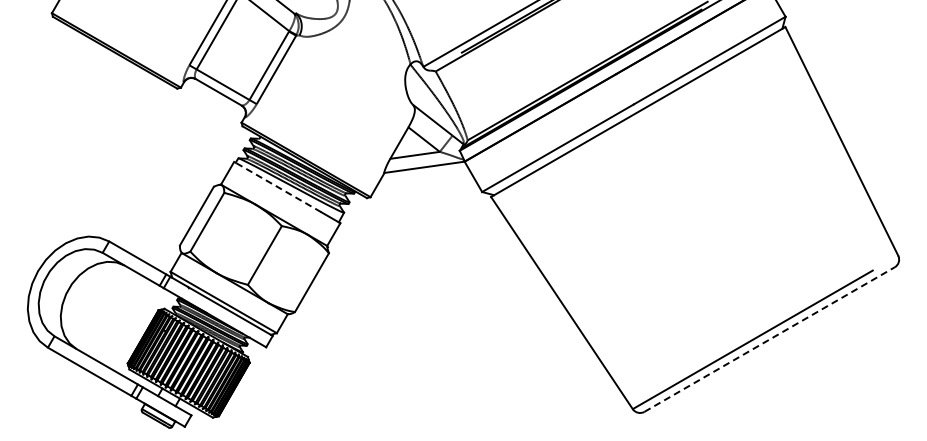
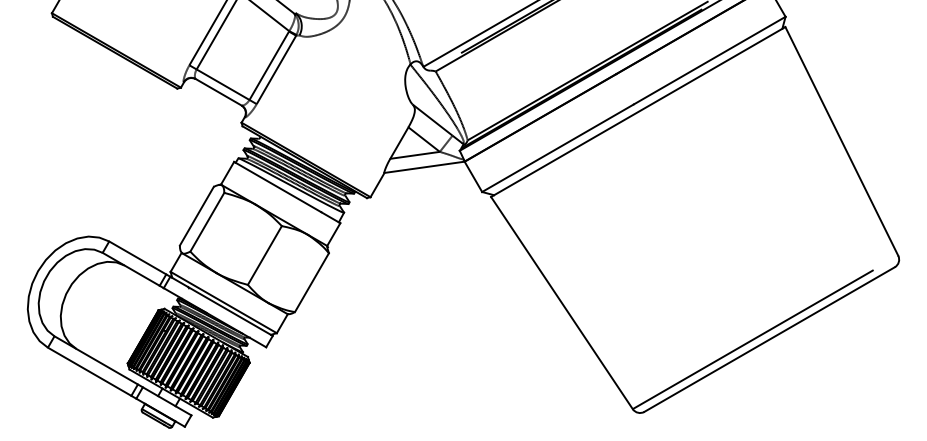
line at (277, 186): dashed -> solid
line at (769, 339): dashed -> solid
